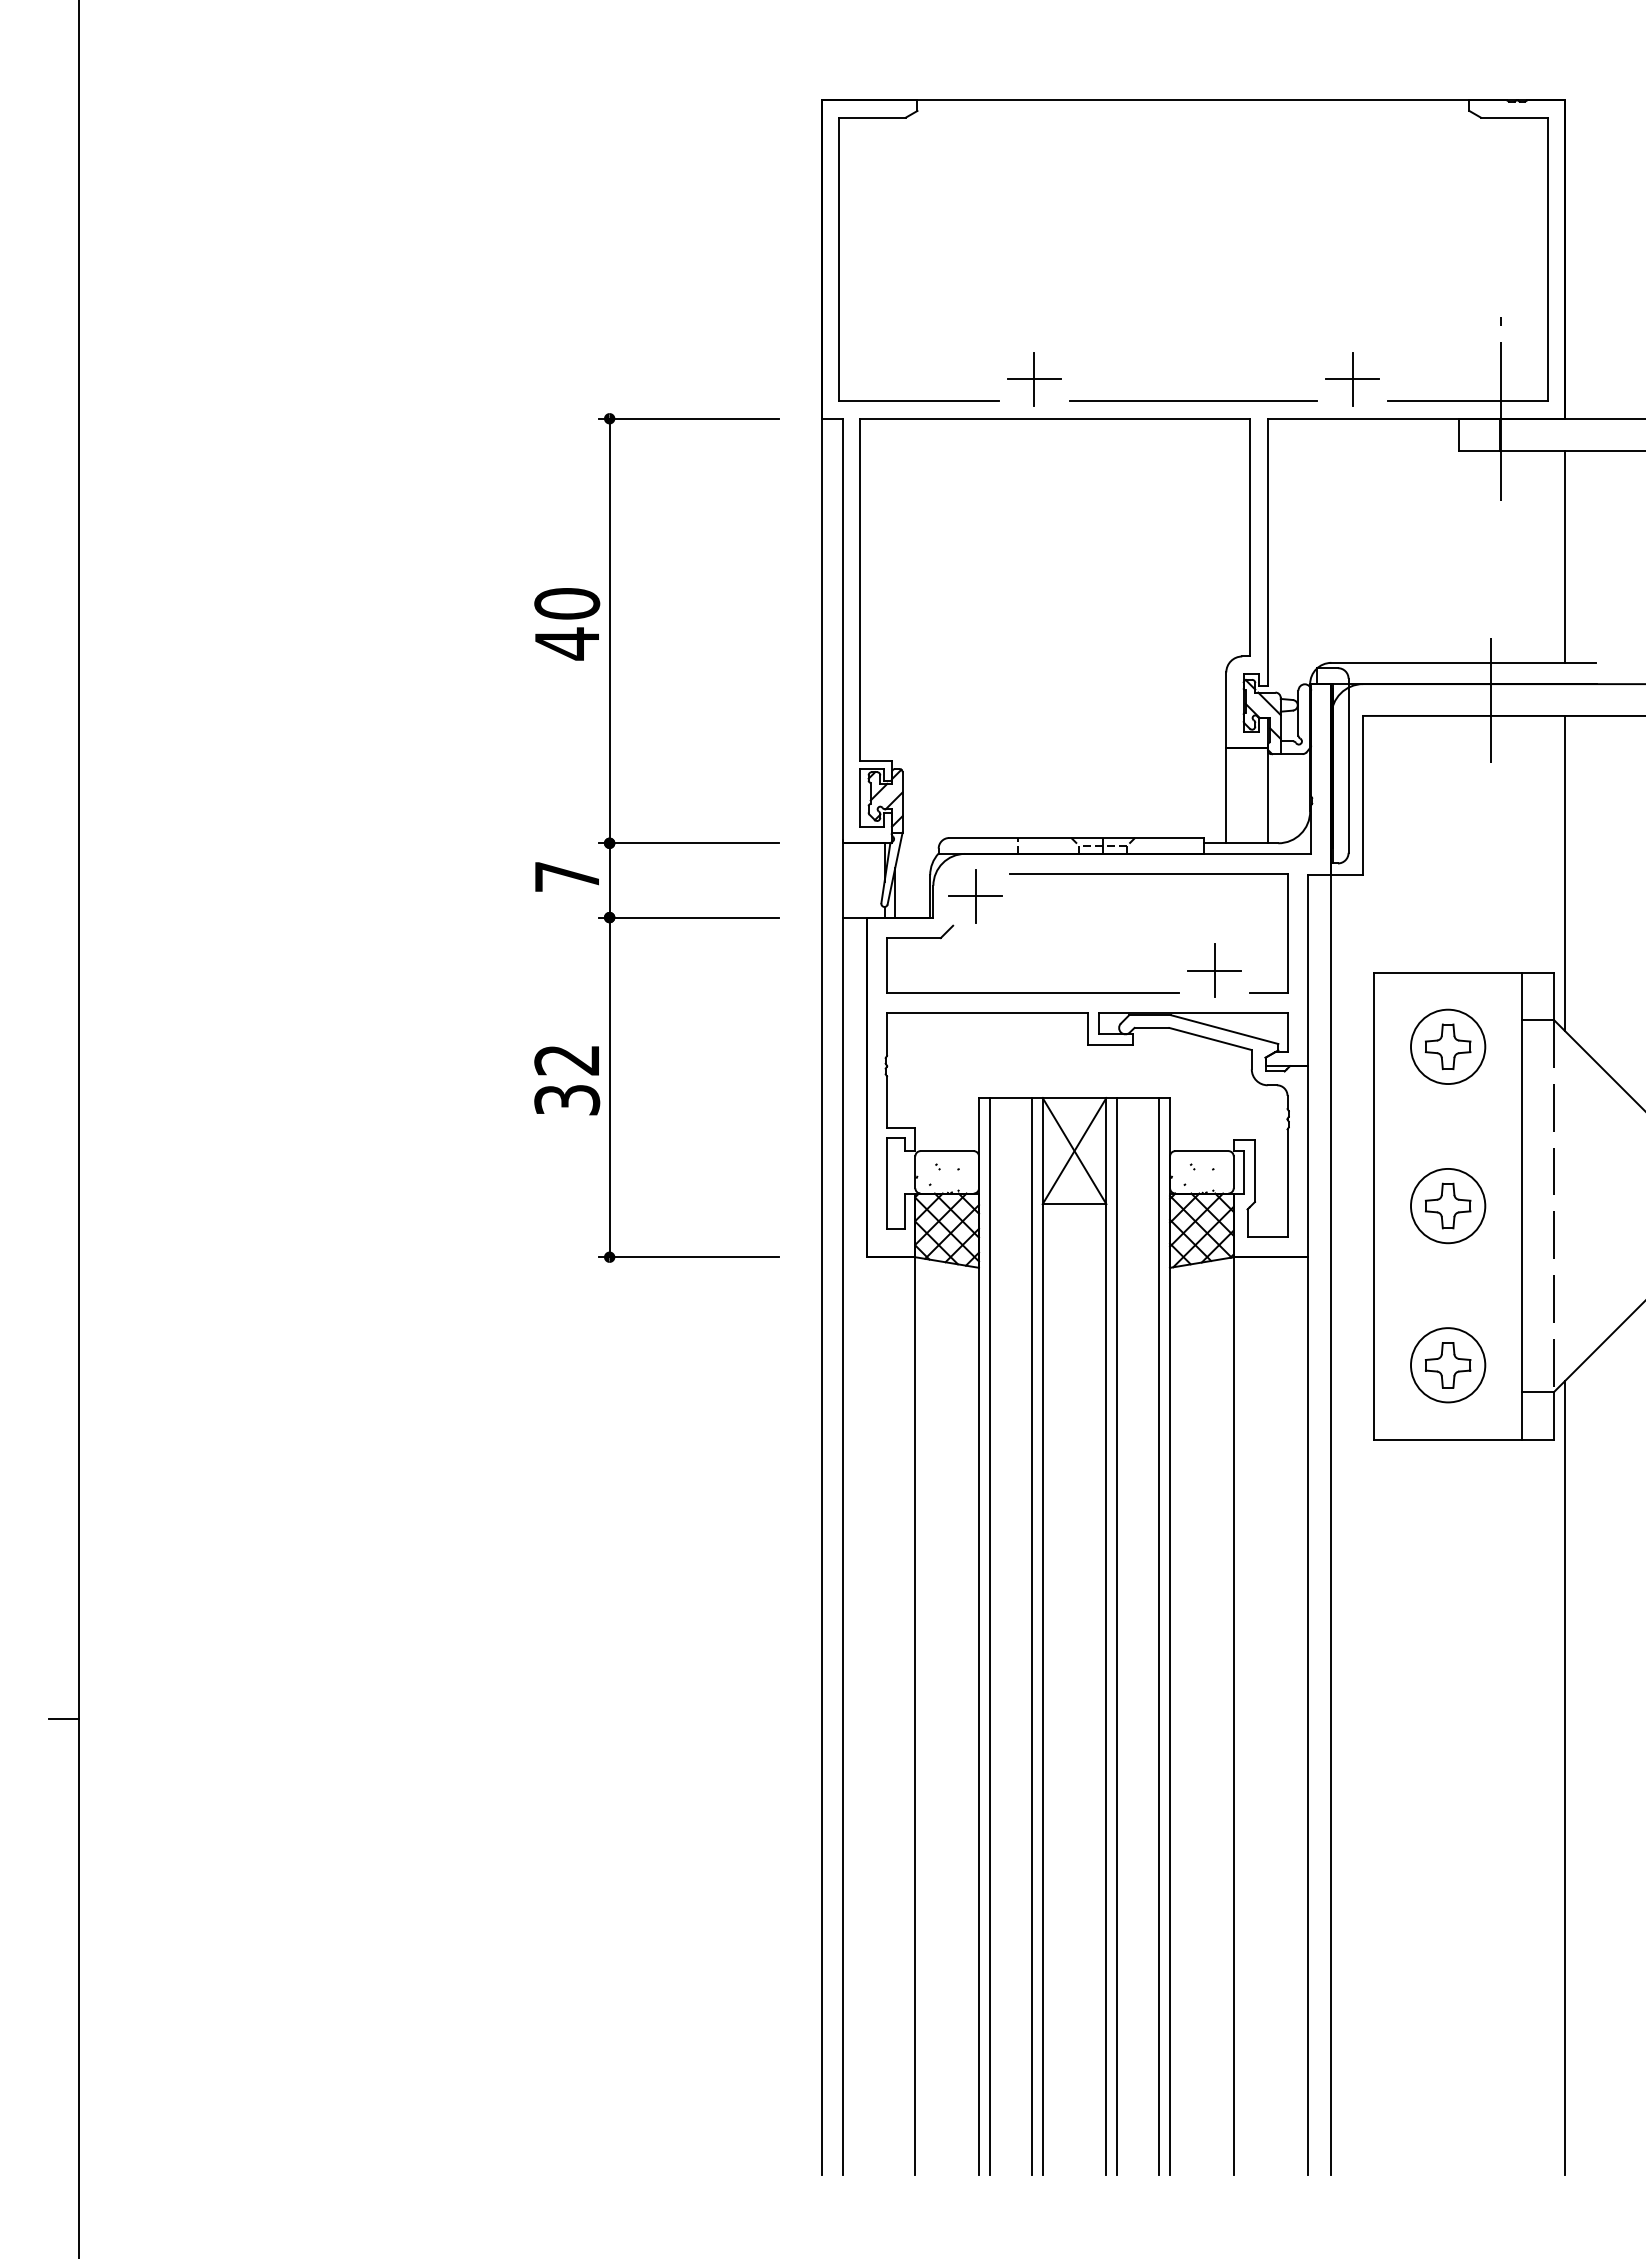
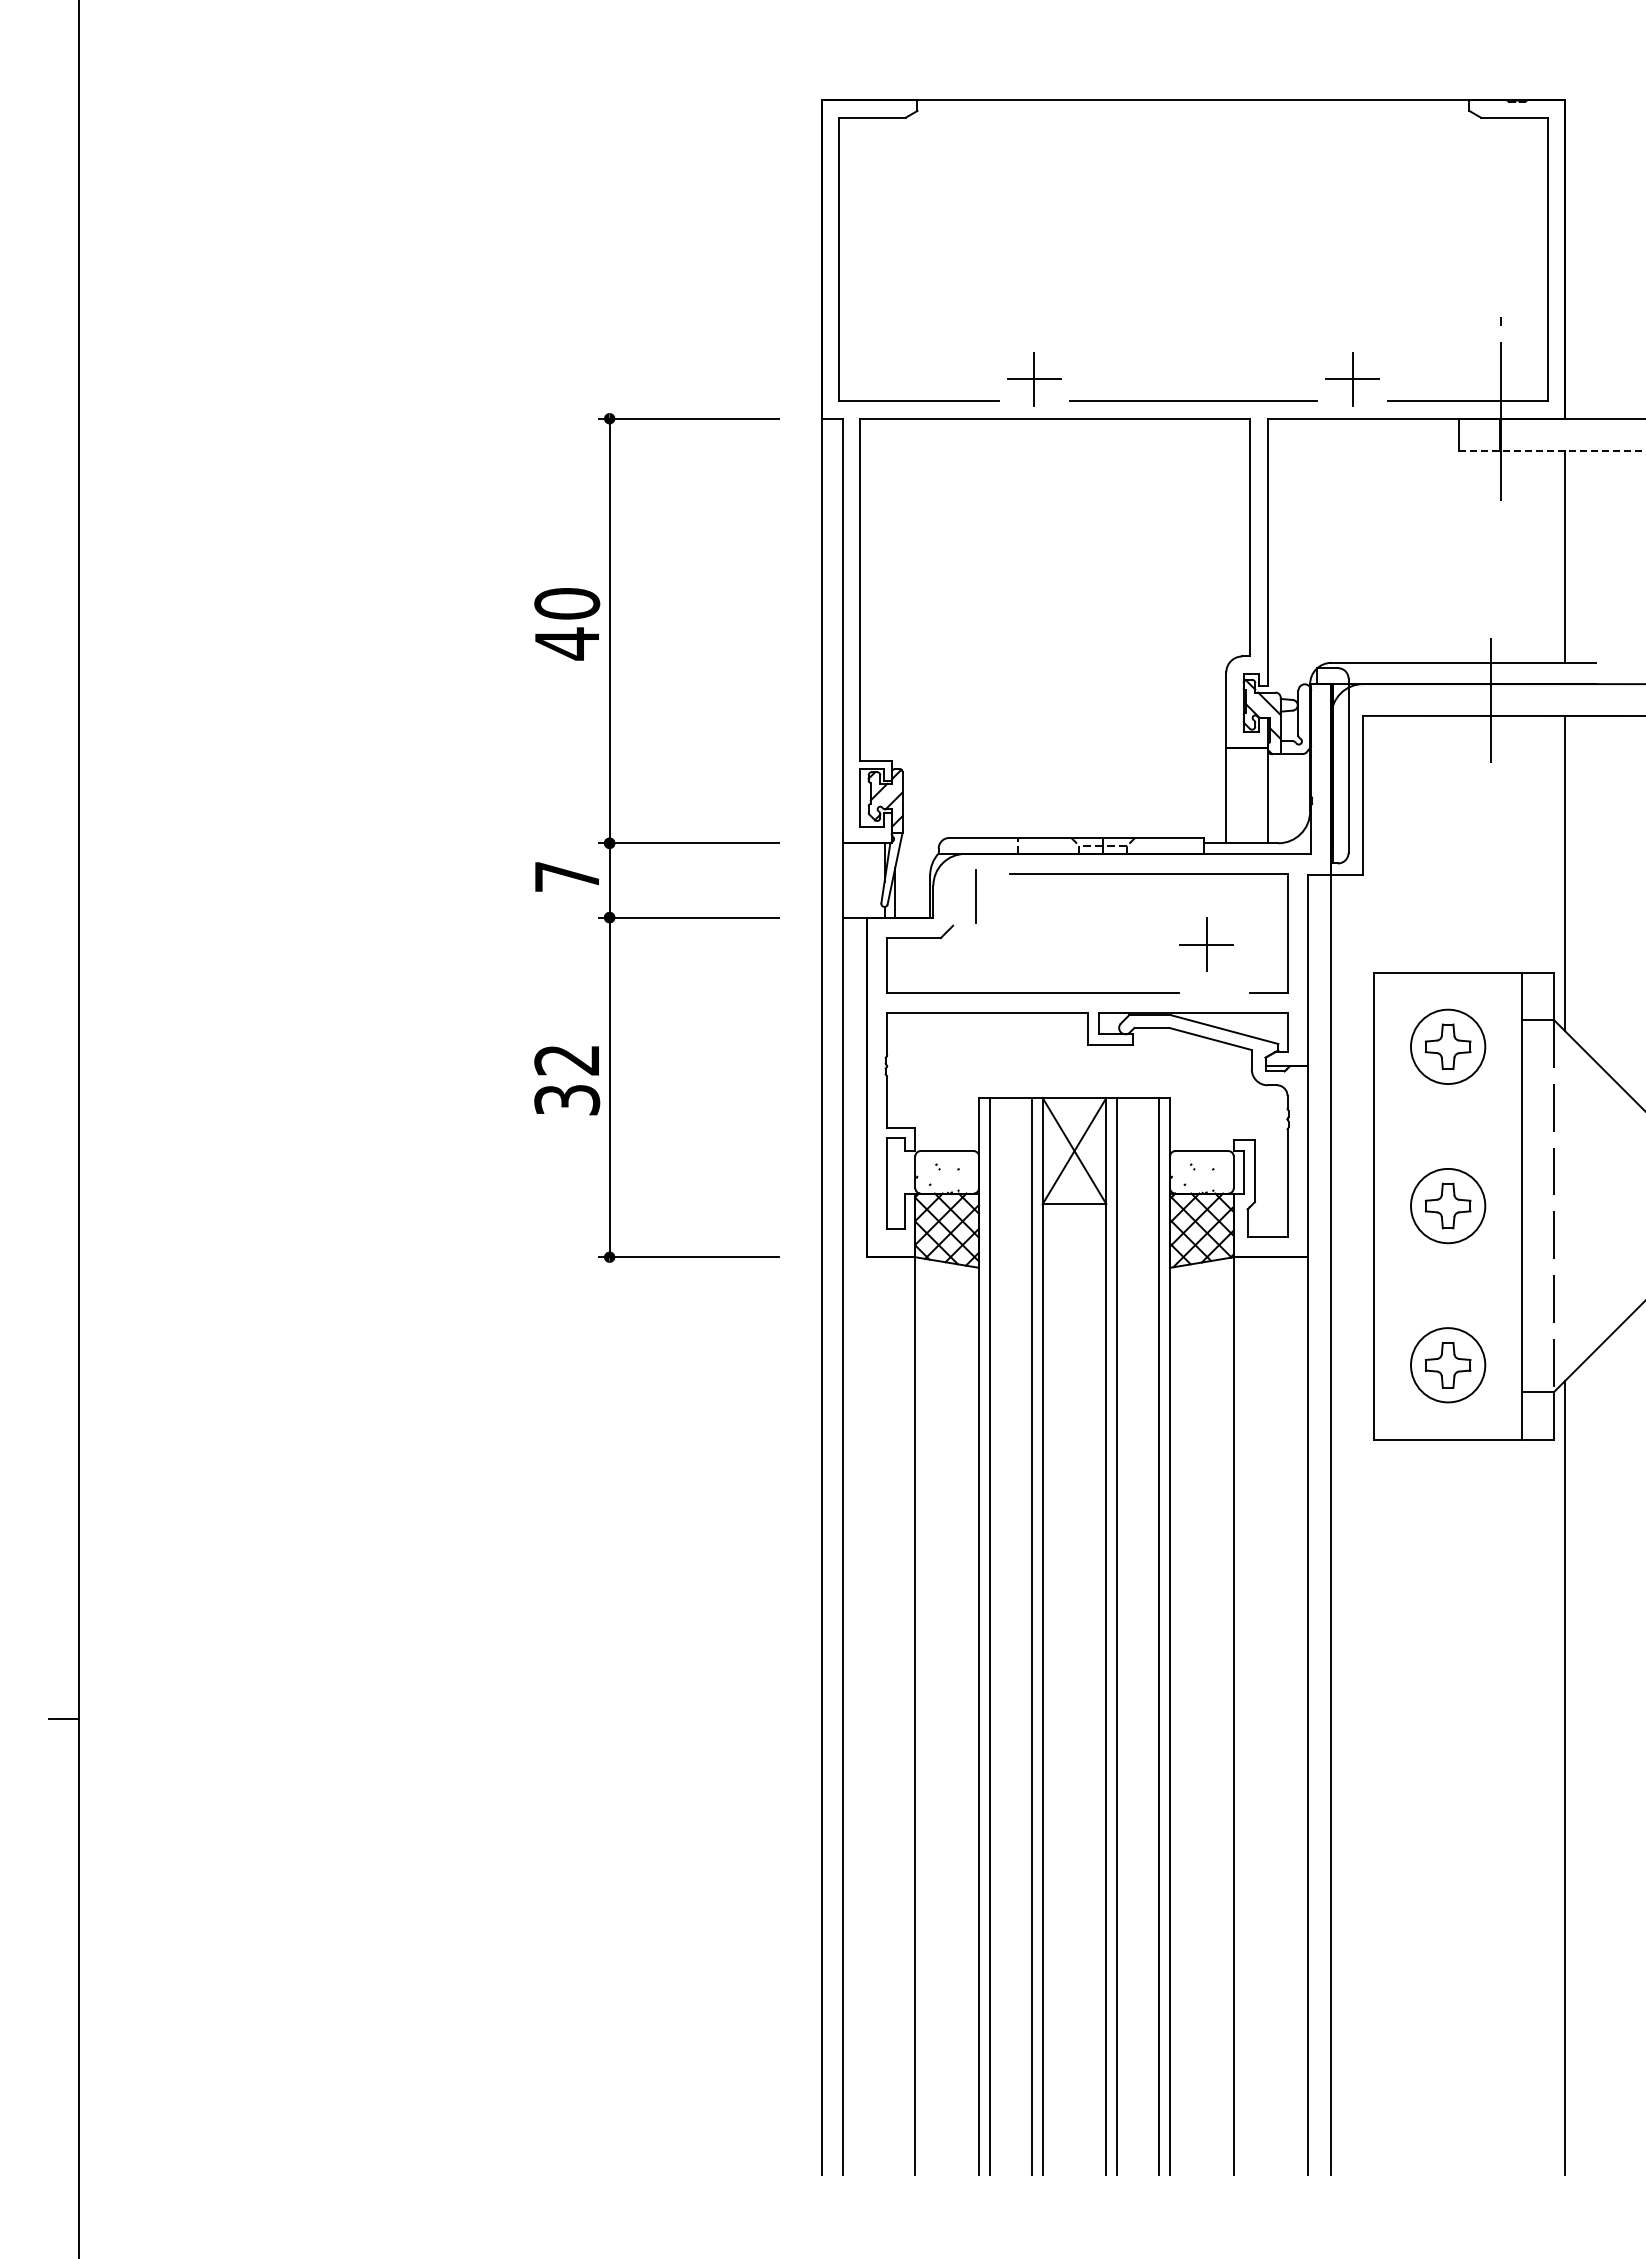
line at (1552, 450): solid -> dashed
line at (975, 896): present -> none
part at (1214, 970) position: (1214, 970) -> (1206, 944)
